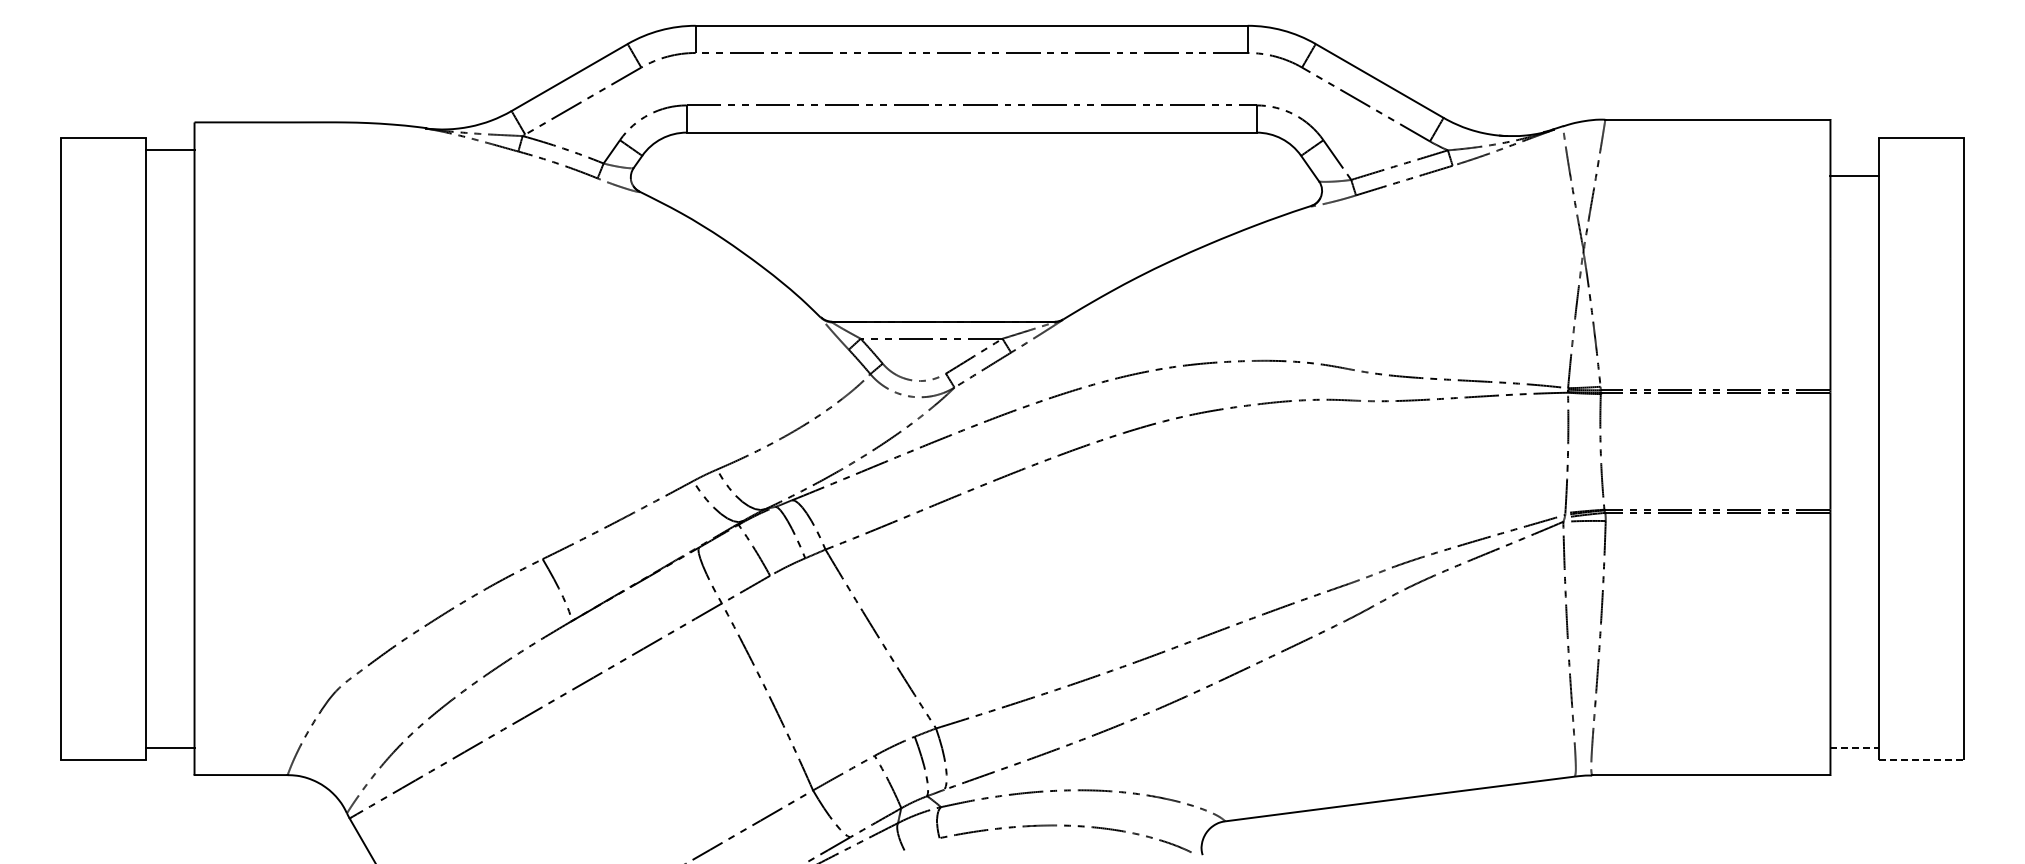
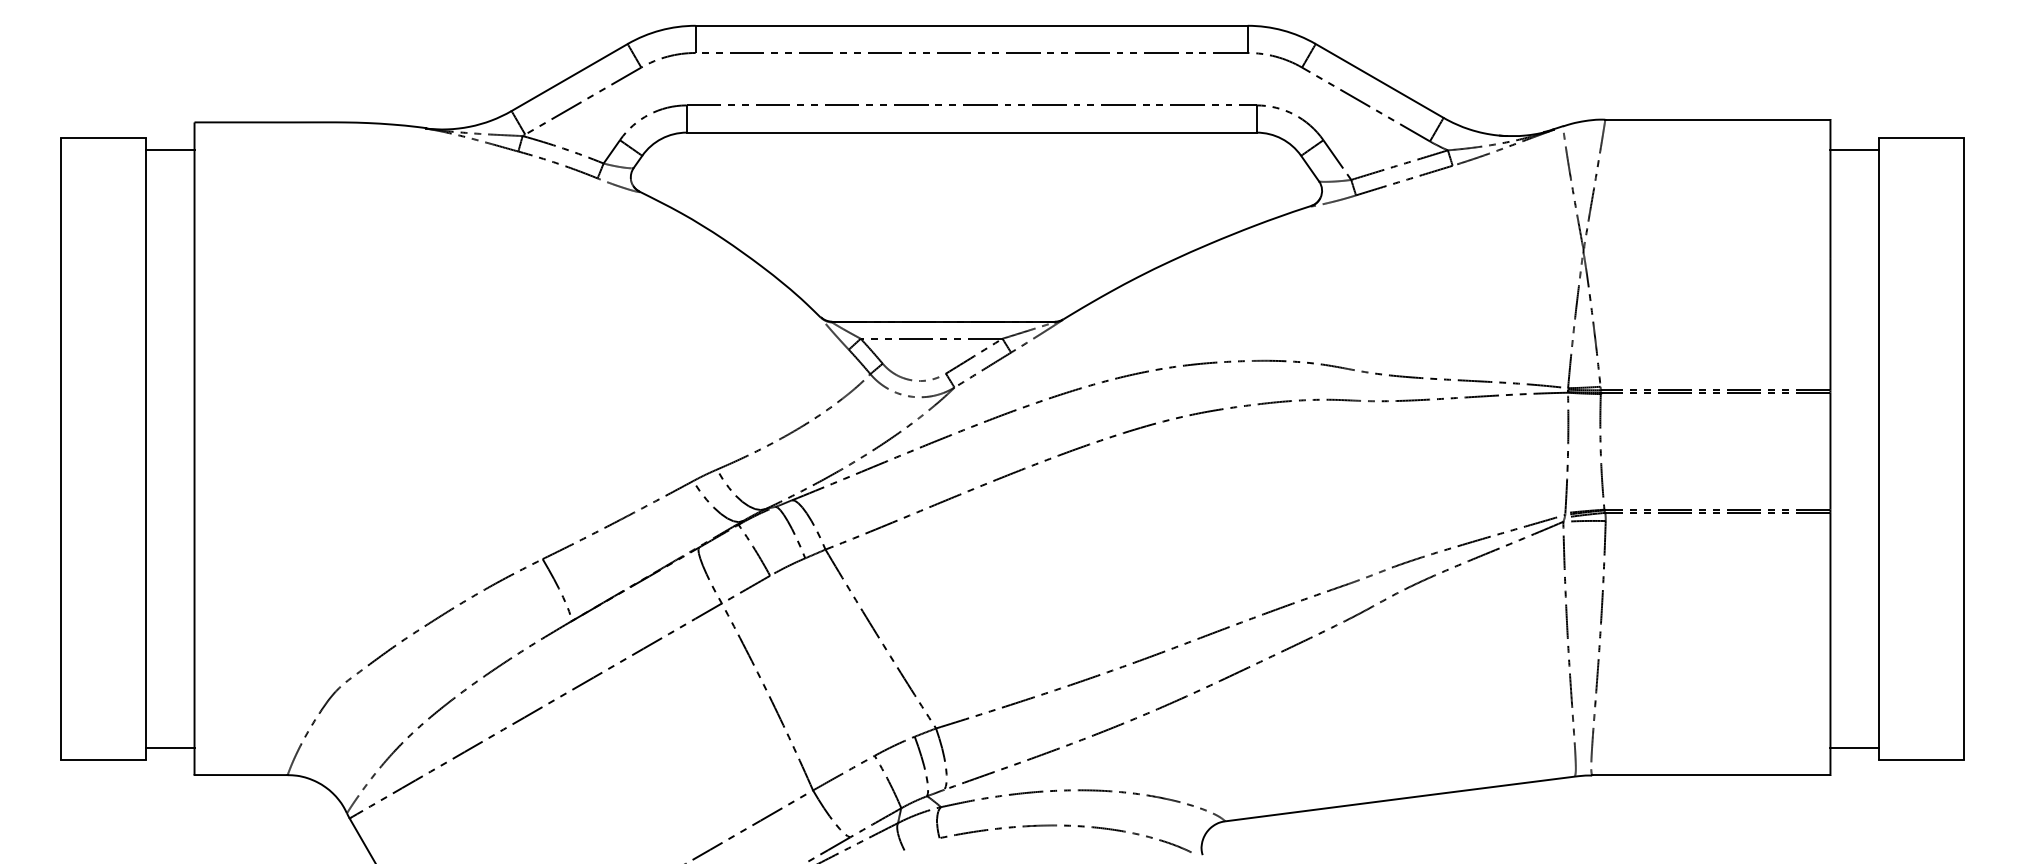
line at (1854, 175) position: (1854, 175) -> (1854, 149)
line at (1855, 747): dashed -> solid
line at (1922, 759): dashed -> solid
